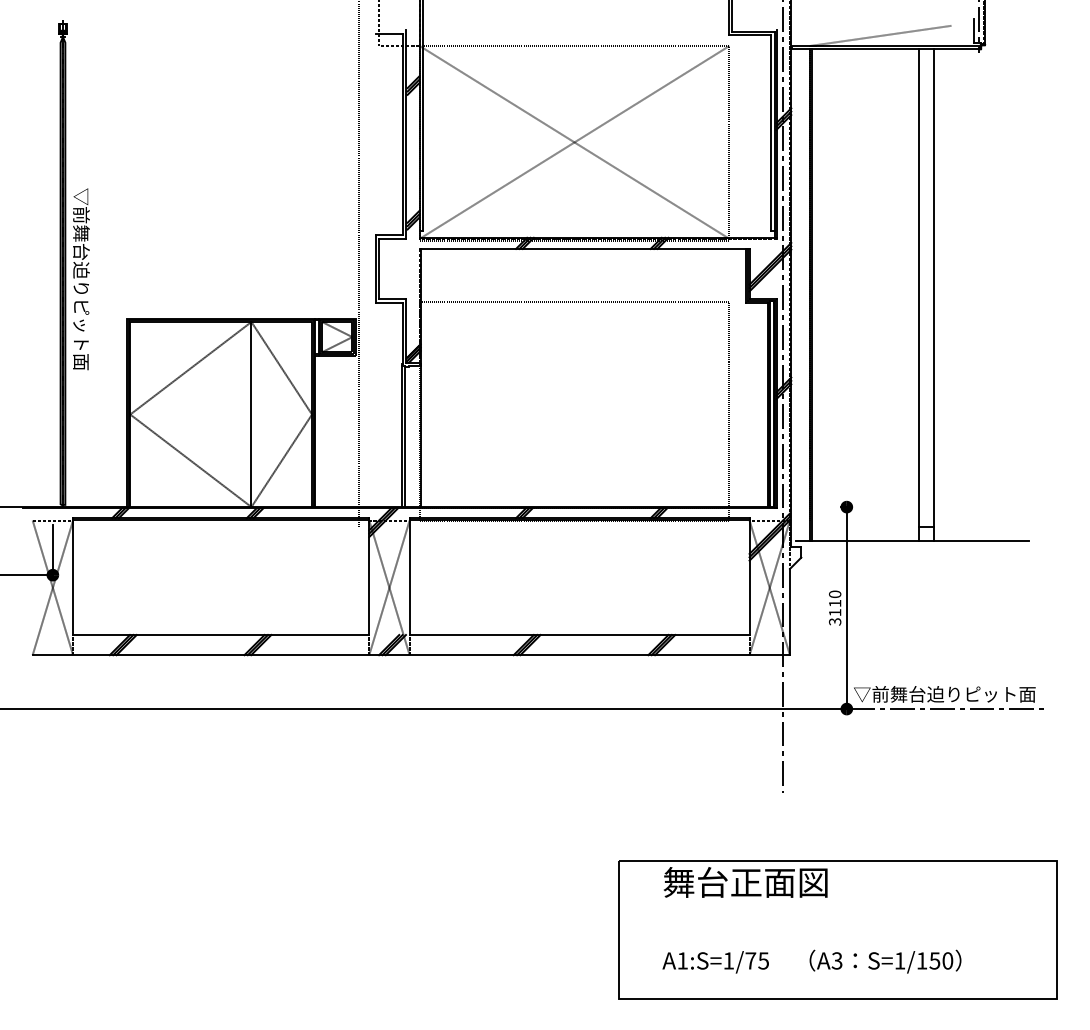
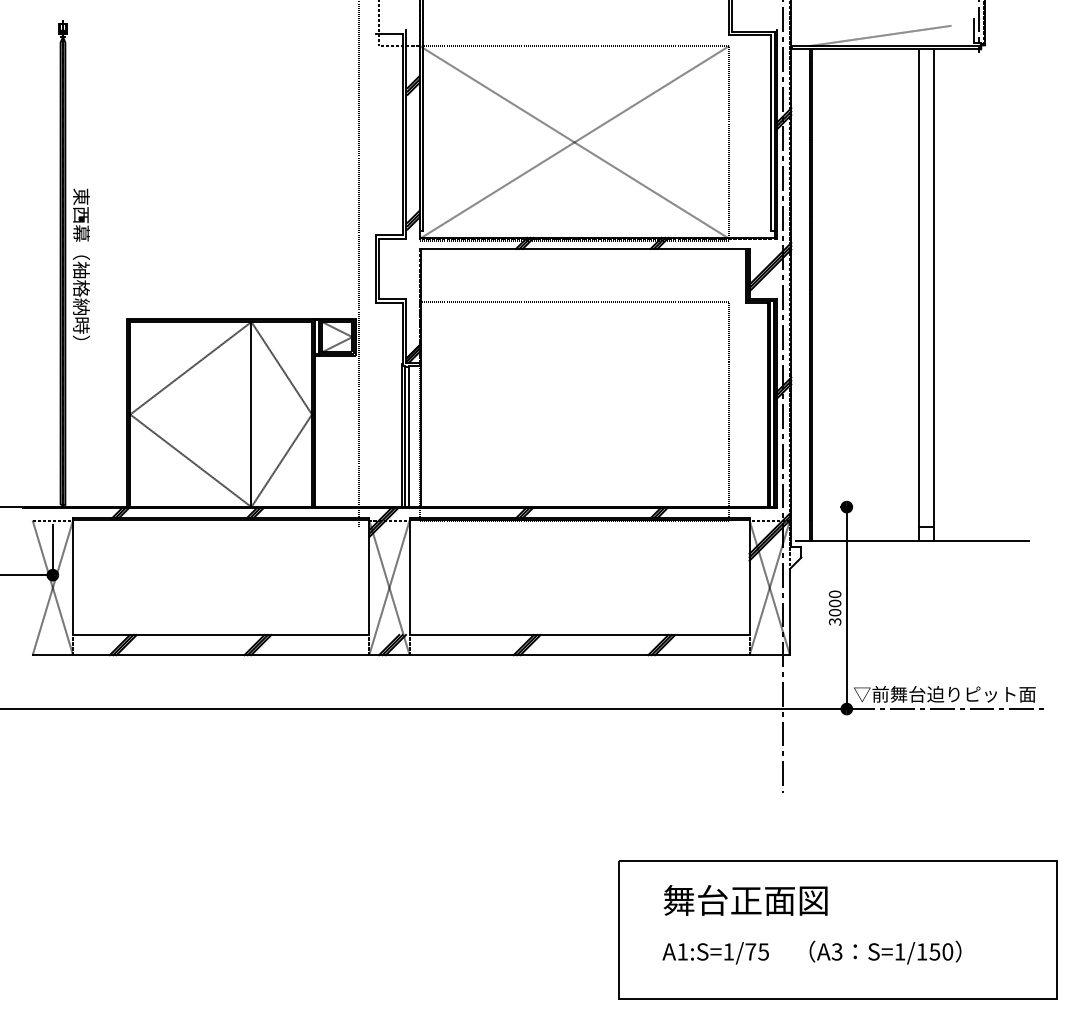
text at (80, 279): ▽前舞台迫りピット面 -> 東西幕（袖格納時）
line at (408, 436): none -> present
text at (835, 607): 3110 -> 3000
text at (745, 882) position: (745, 882) -> (745, 900)
text at (811, 961) position: (811, 961) -> (811, 952)
